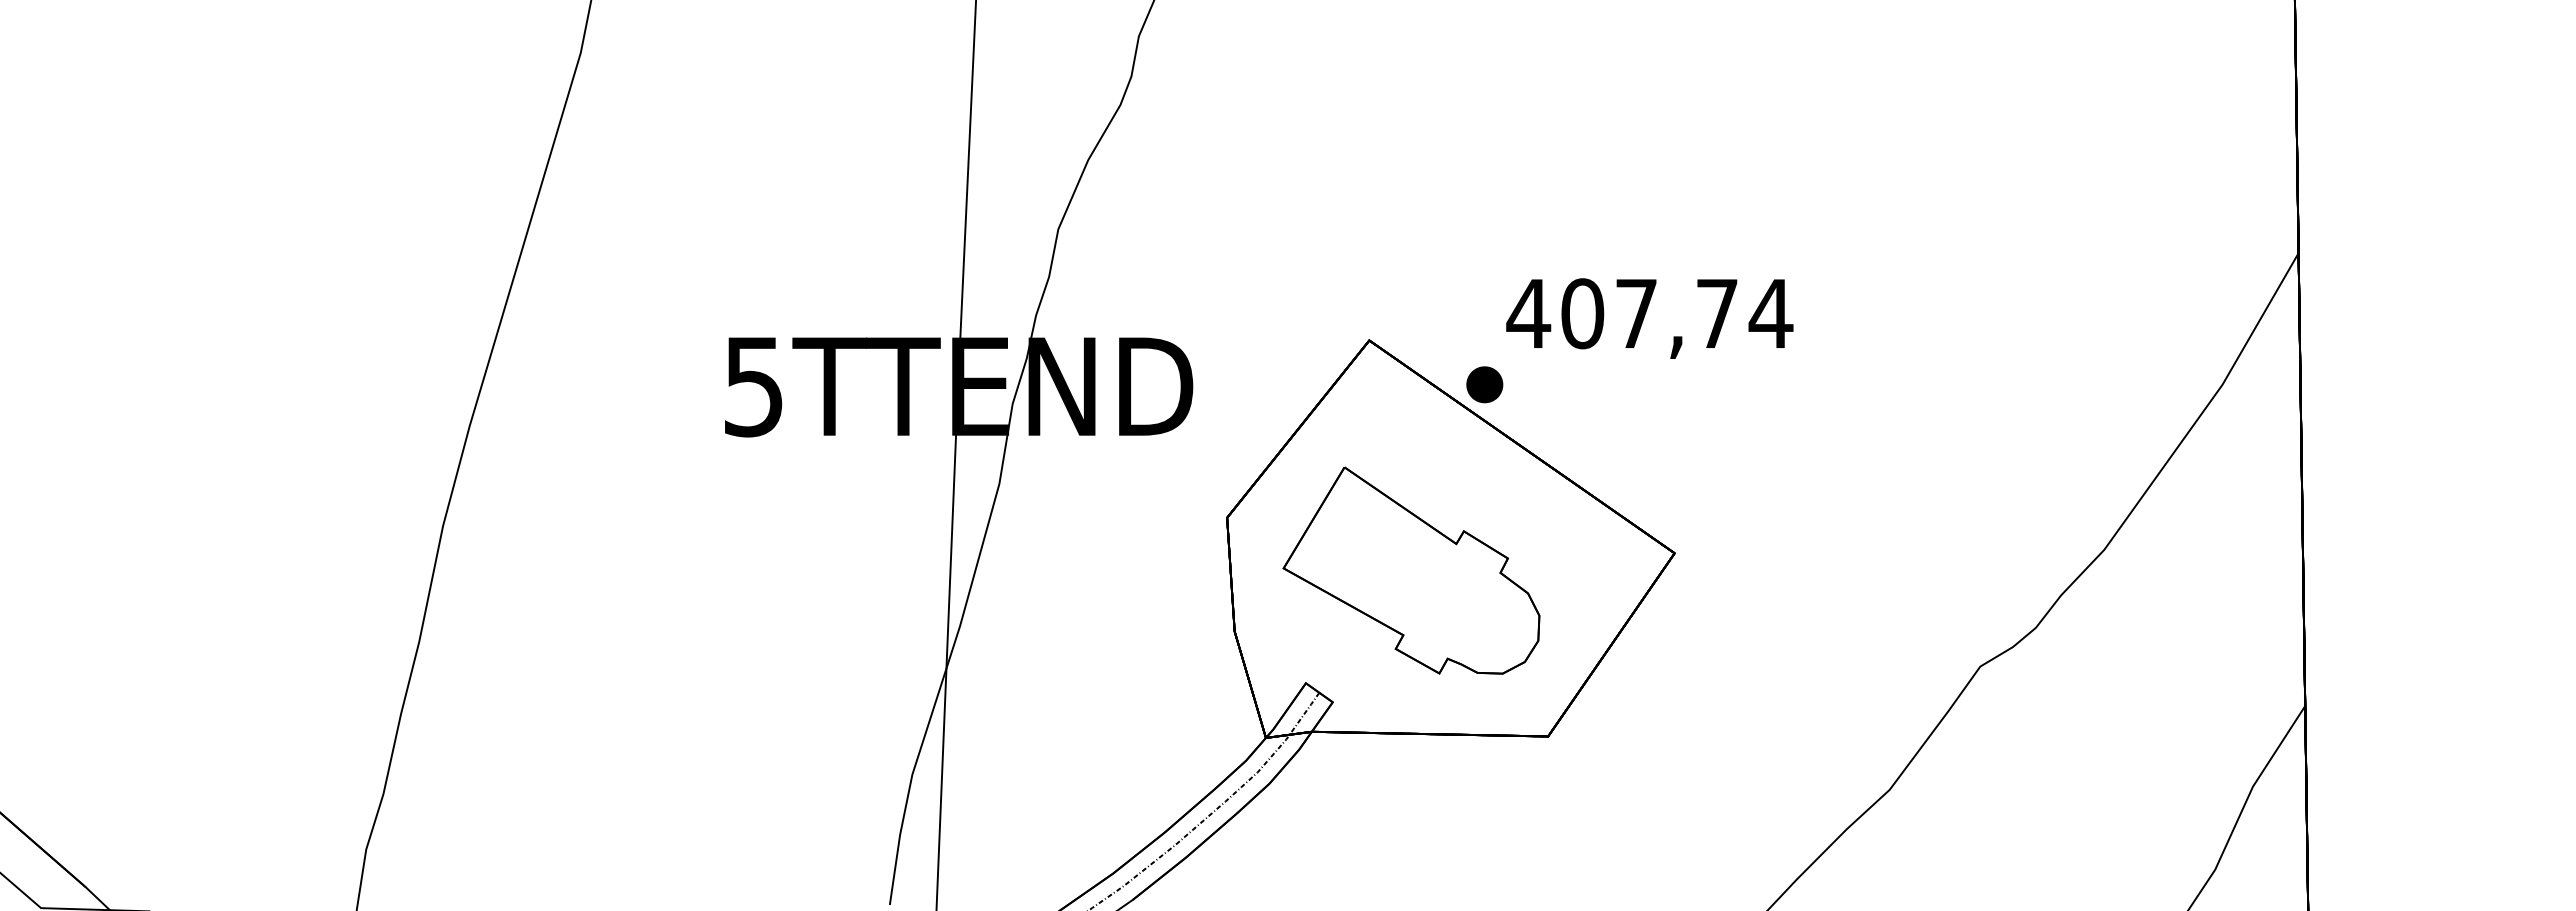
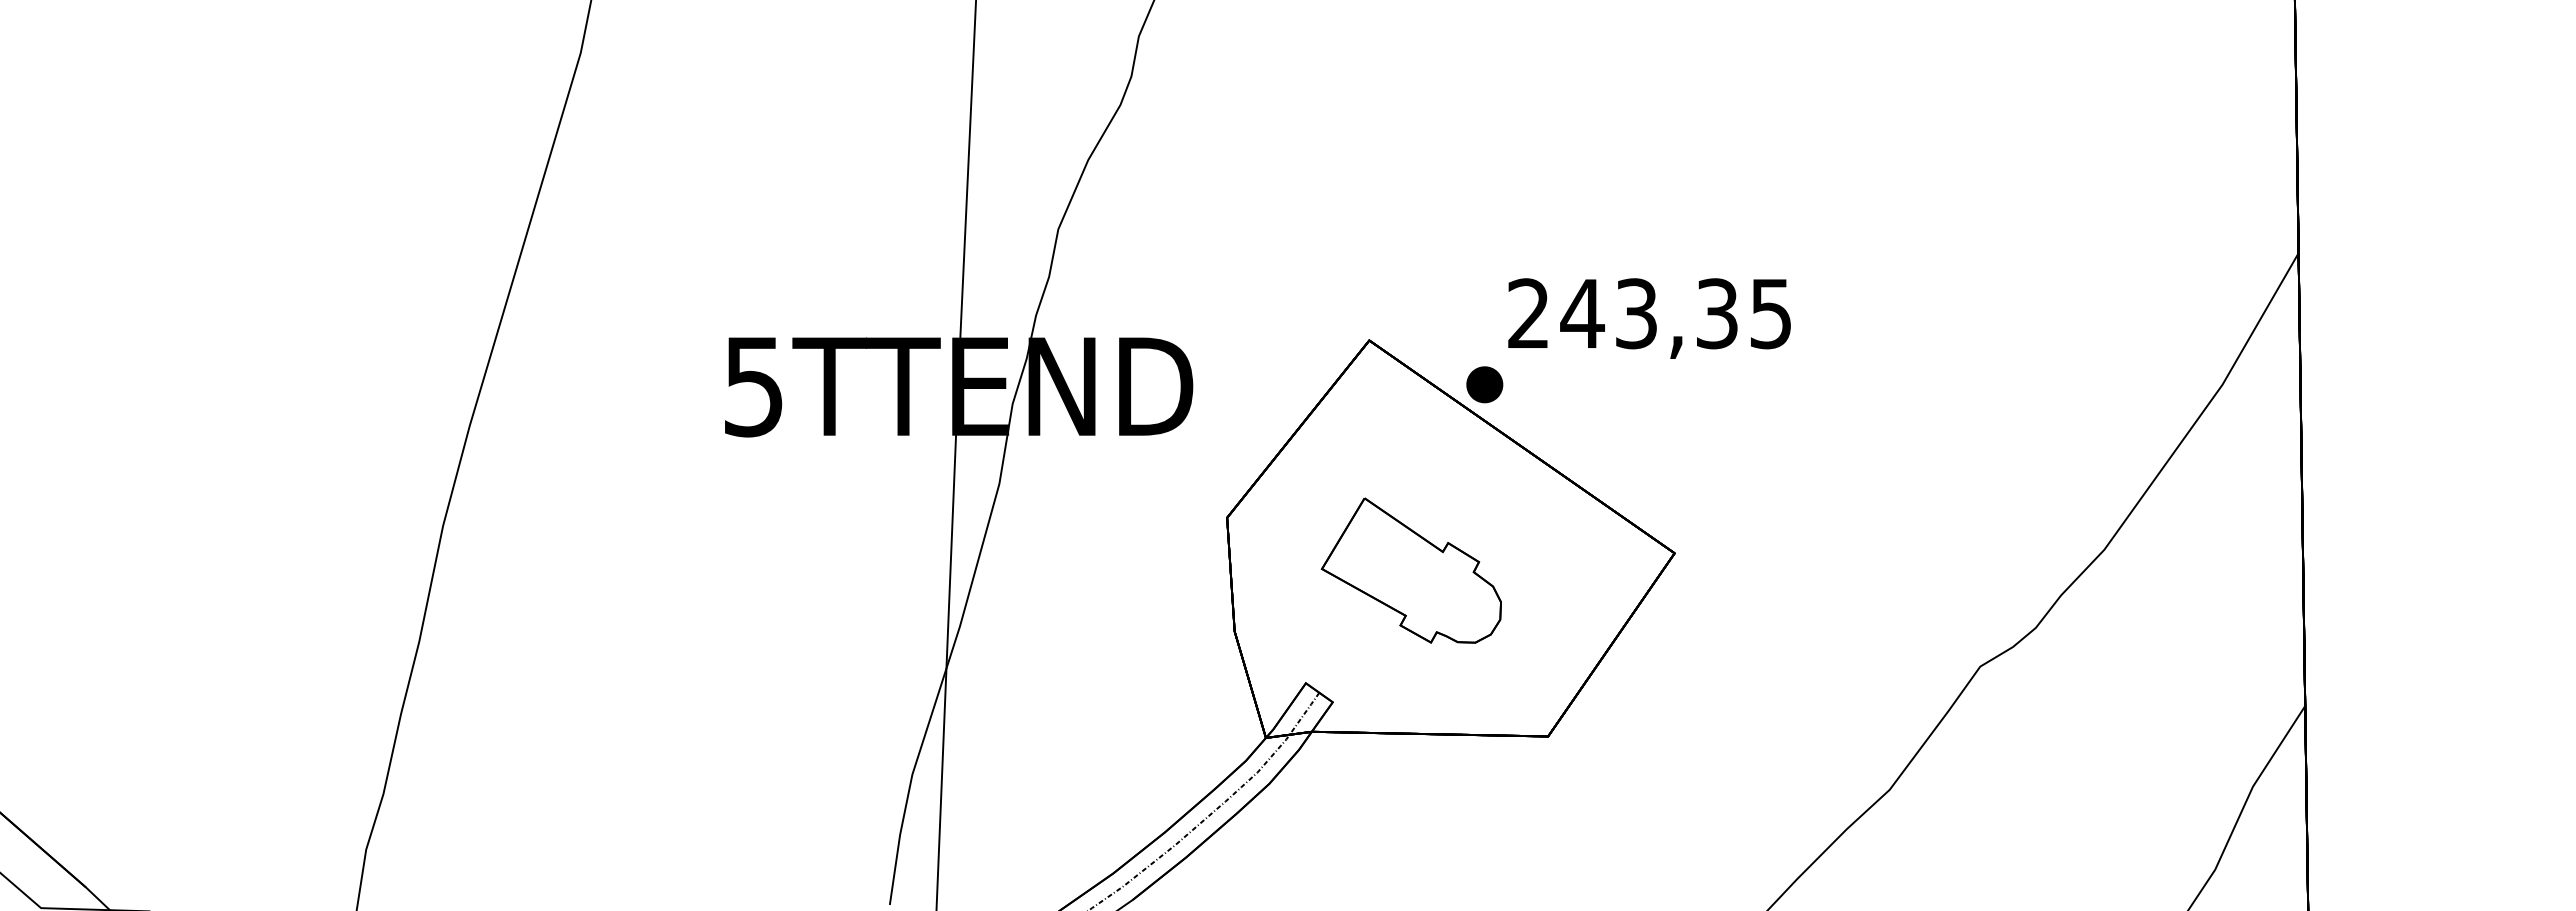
text at (1649, 313): 407,74 -> 243,35
part at (1411, 570) size: 259x209 px -> 182x147 px
